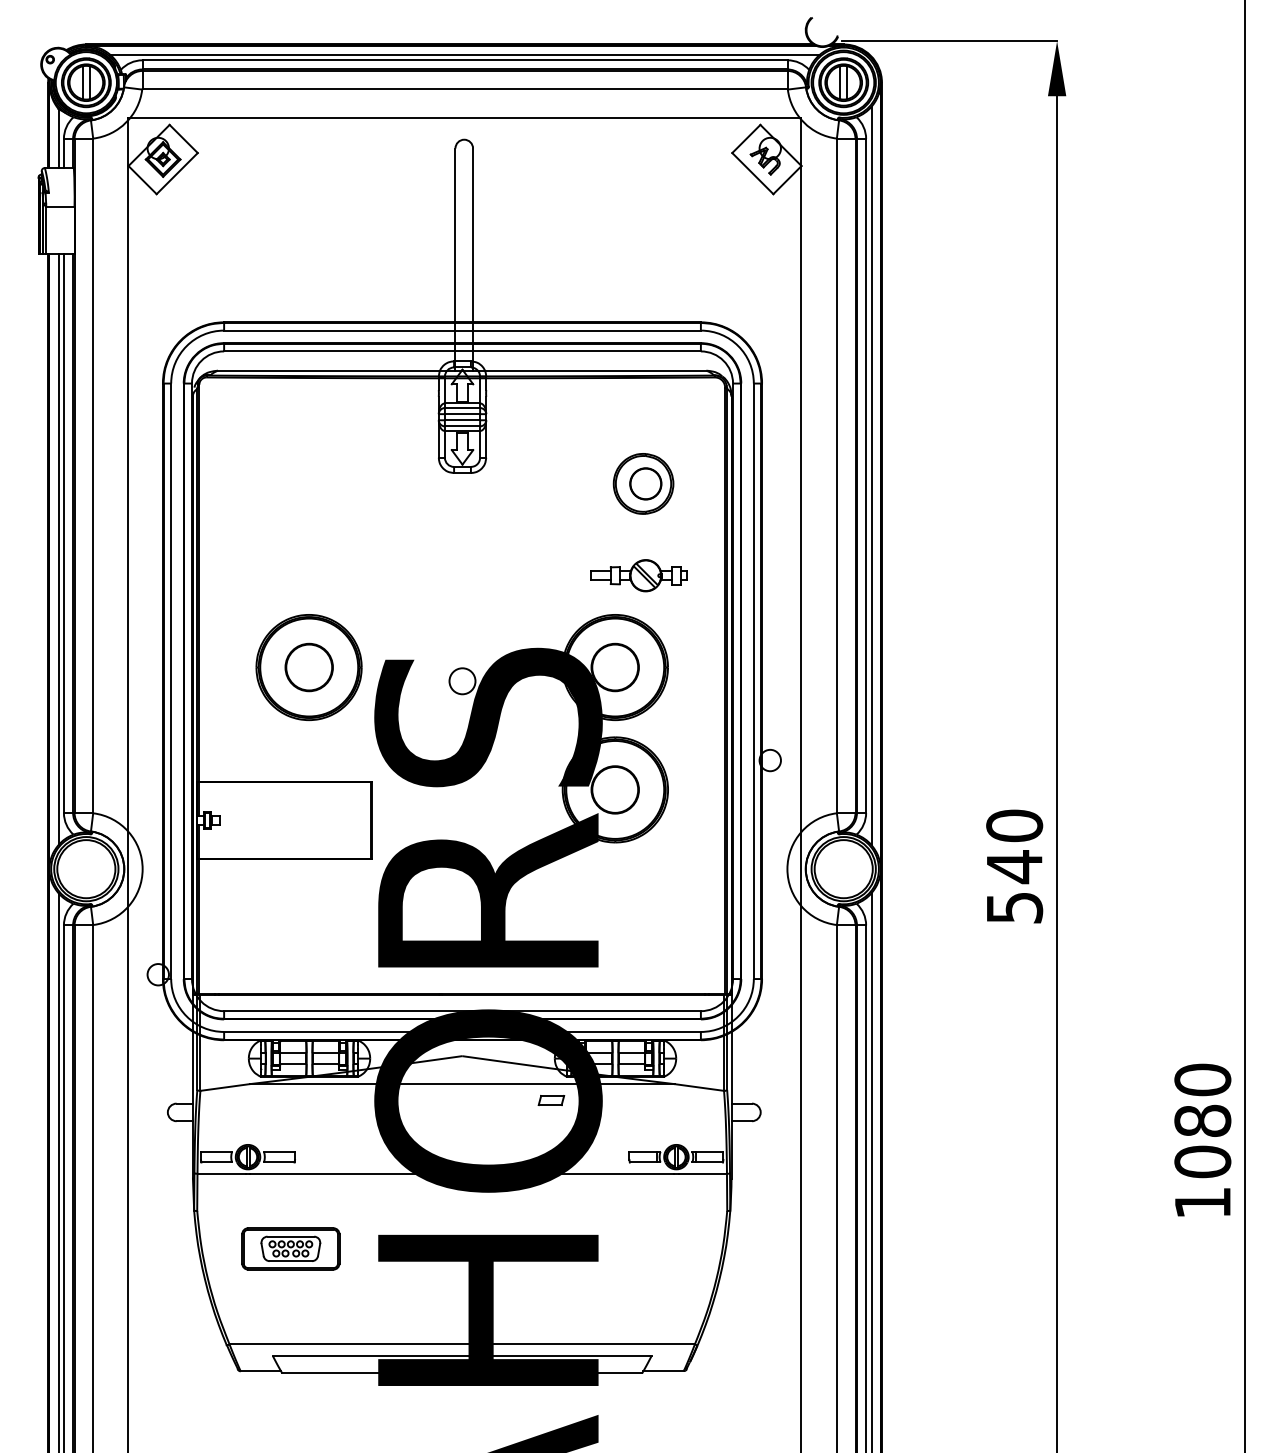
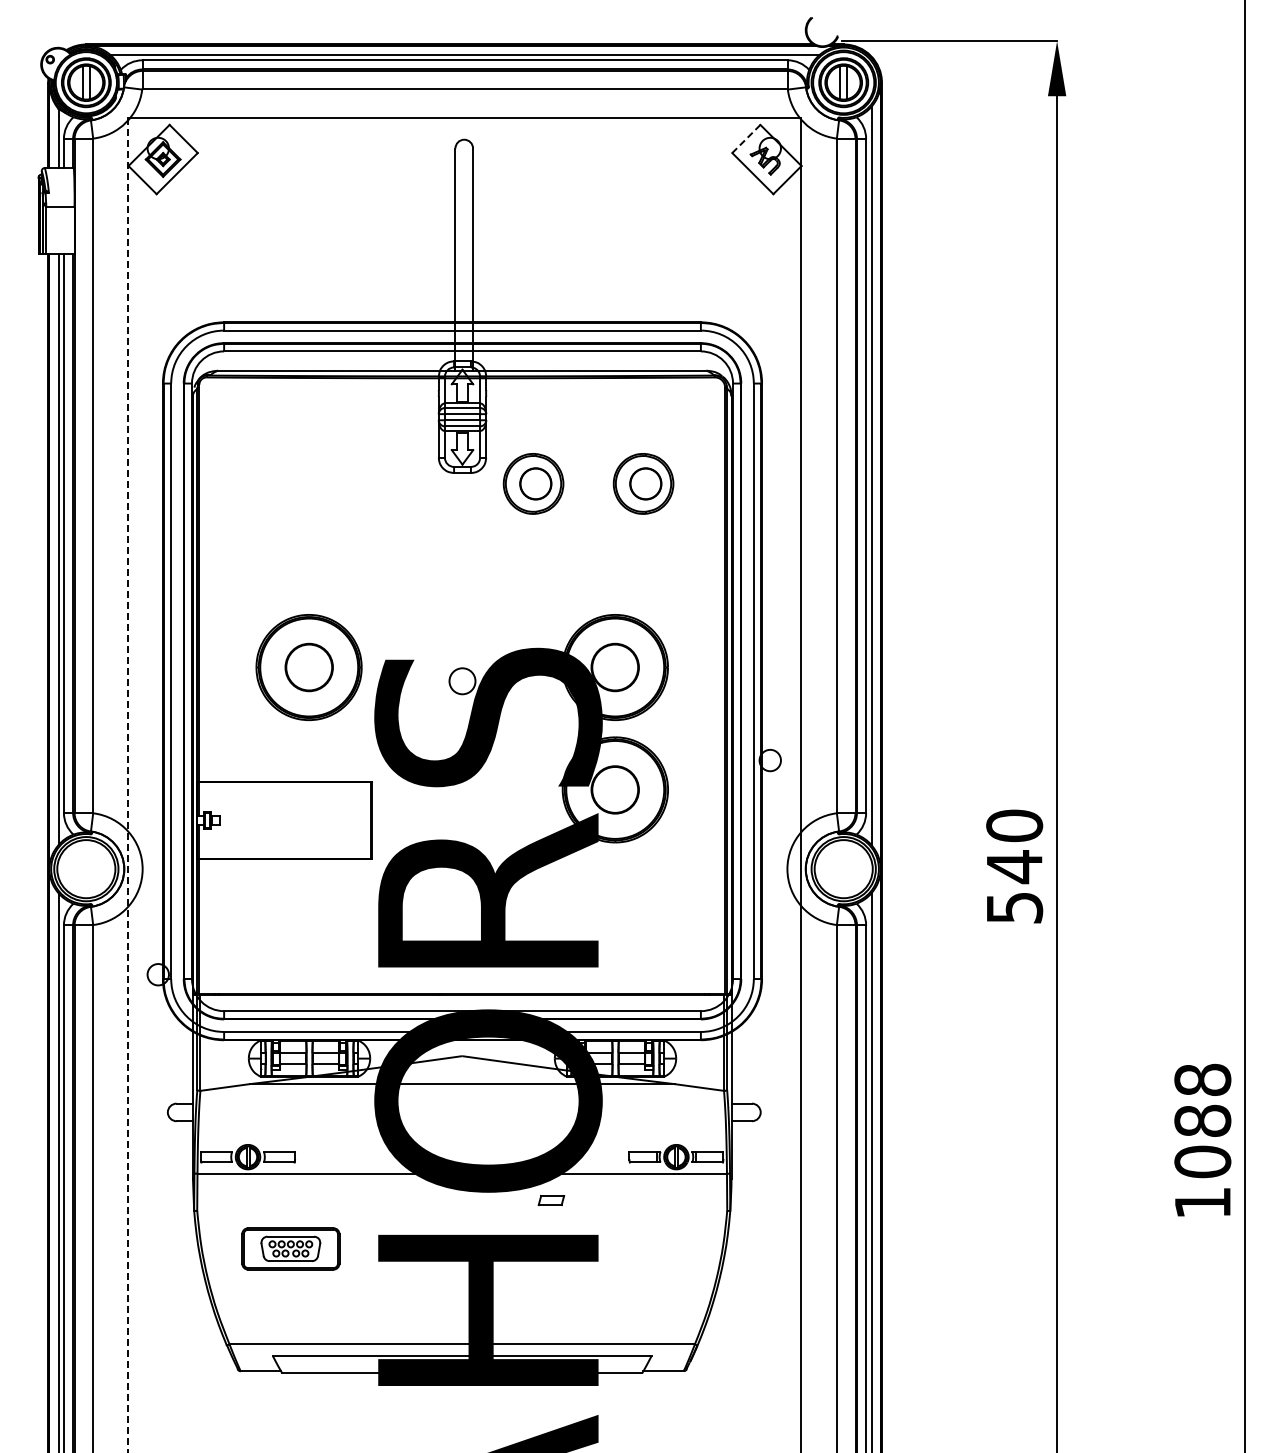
line at (746, 138): solid -> dashed
part at (533, 483): none -> present
part at (638, 575): present -> none
line at (127, 785): solid -> dashed
text at (1202, 1079): 1080 -> 1088
part at (551, 1100) position: (551, 1100) -> (551, 1200)
